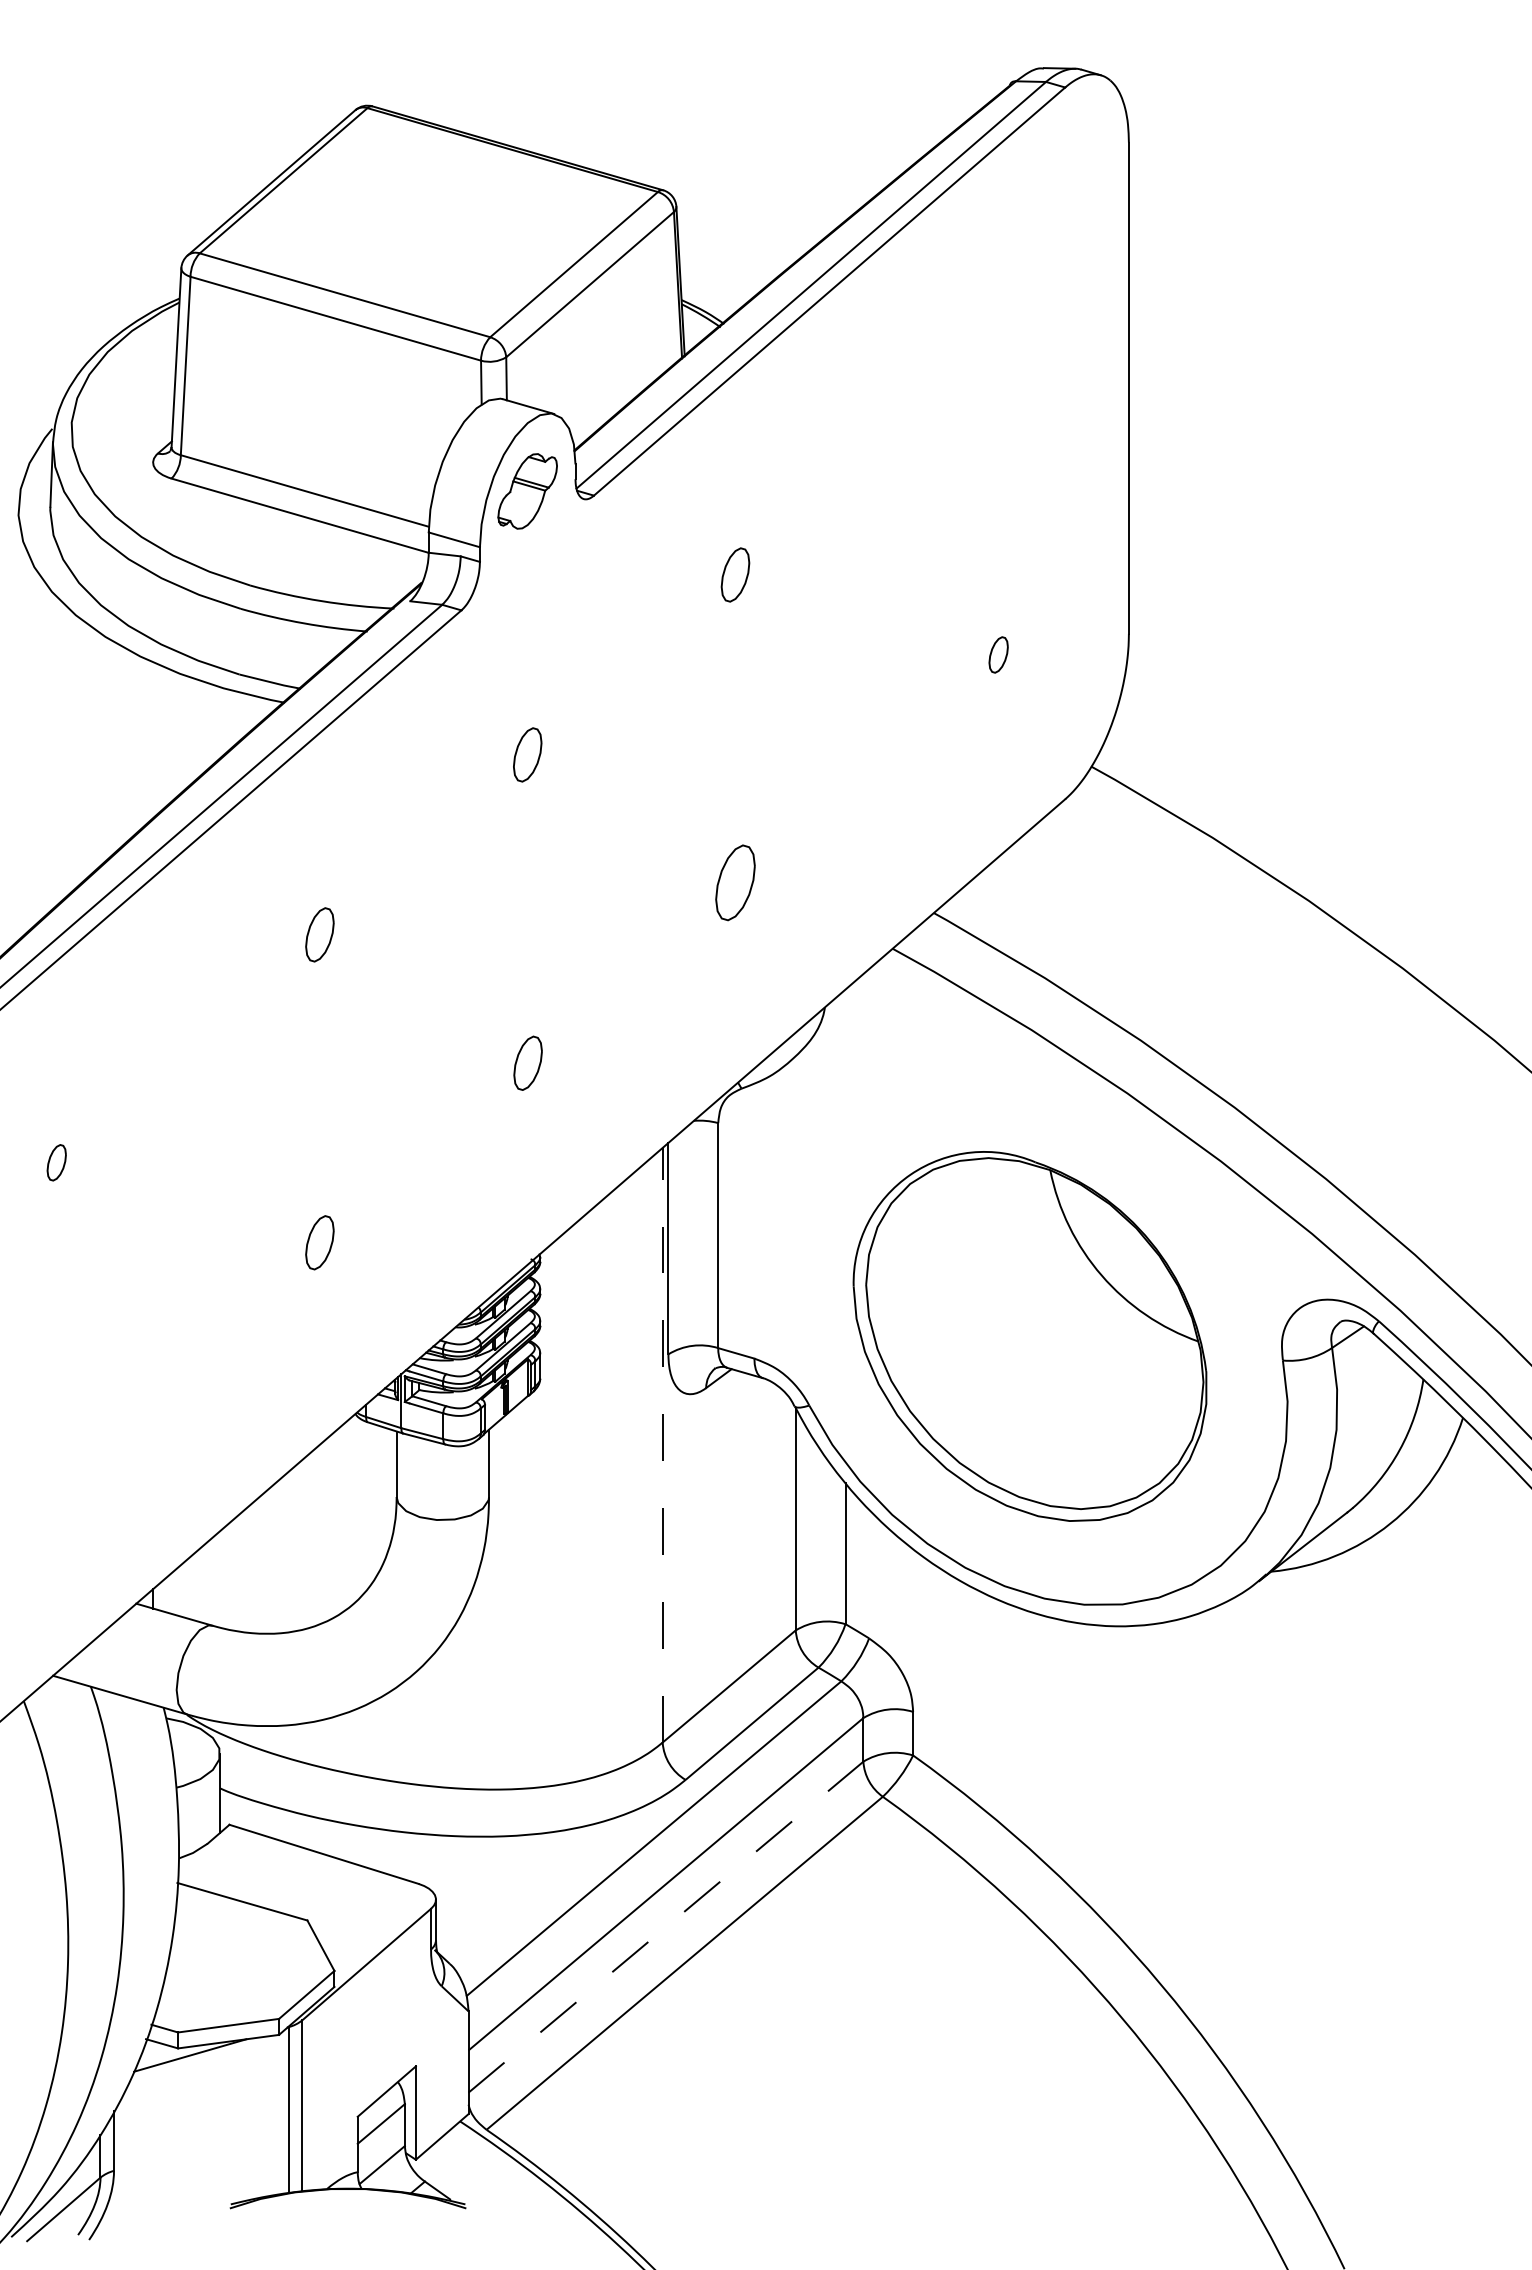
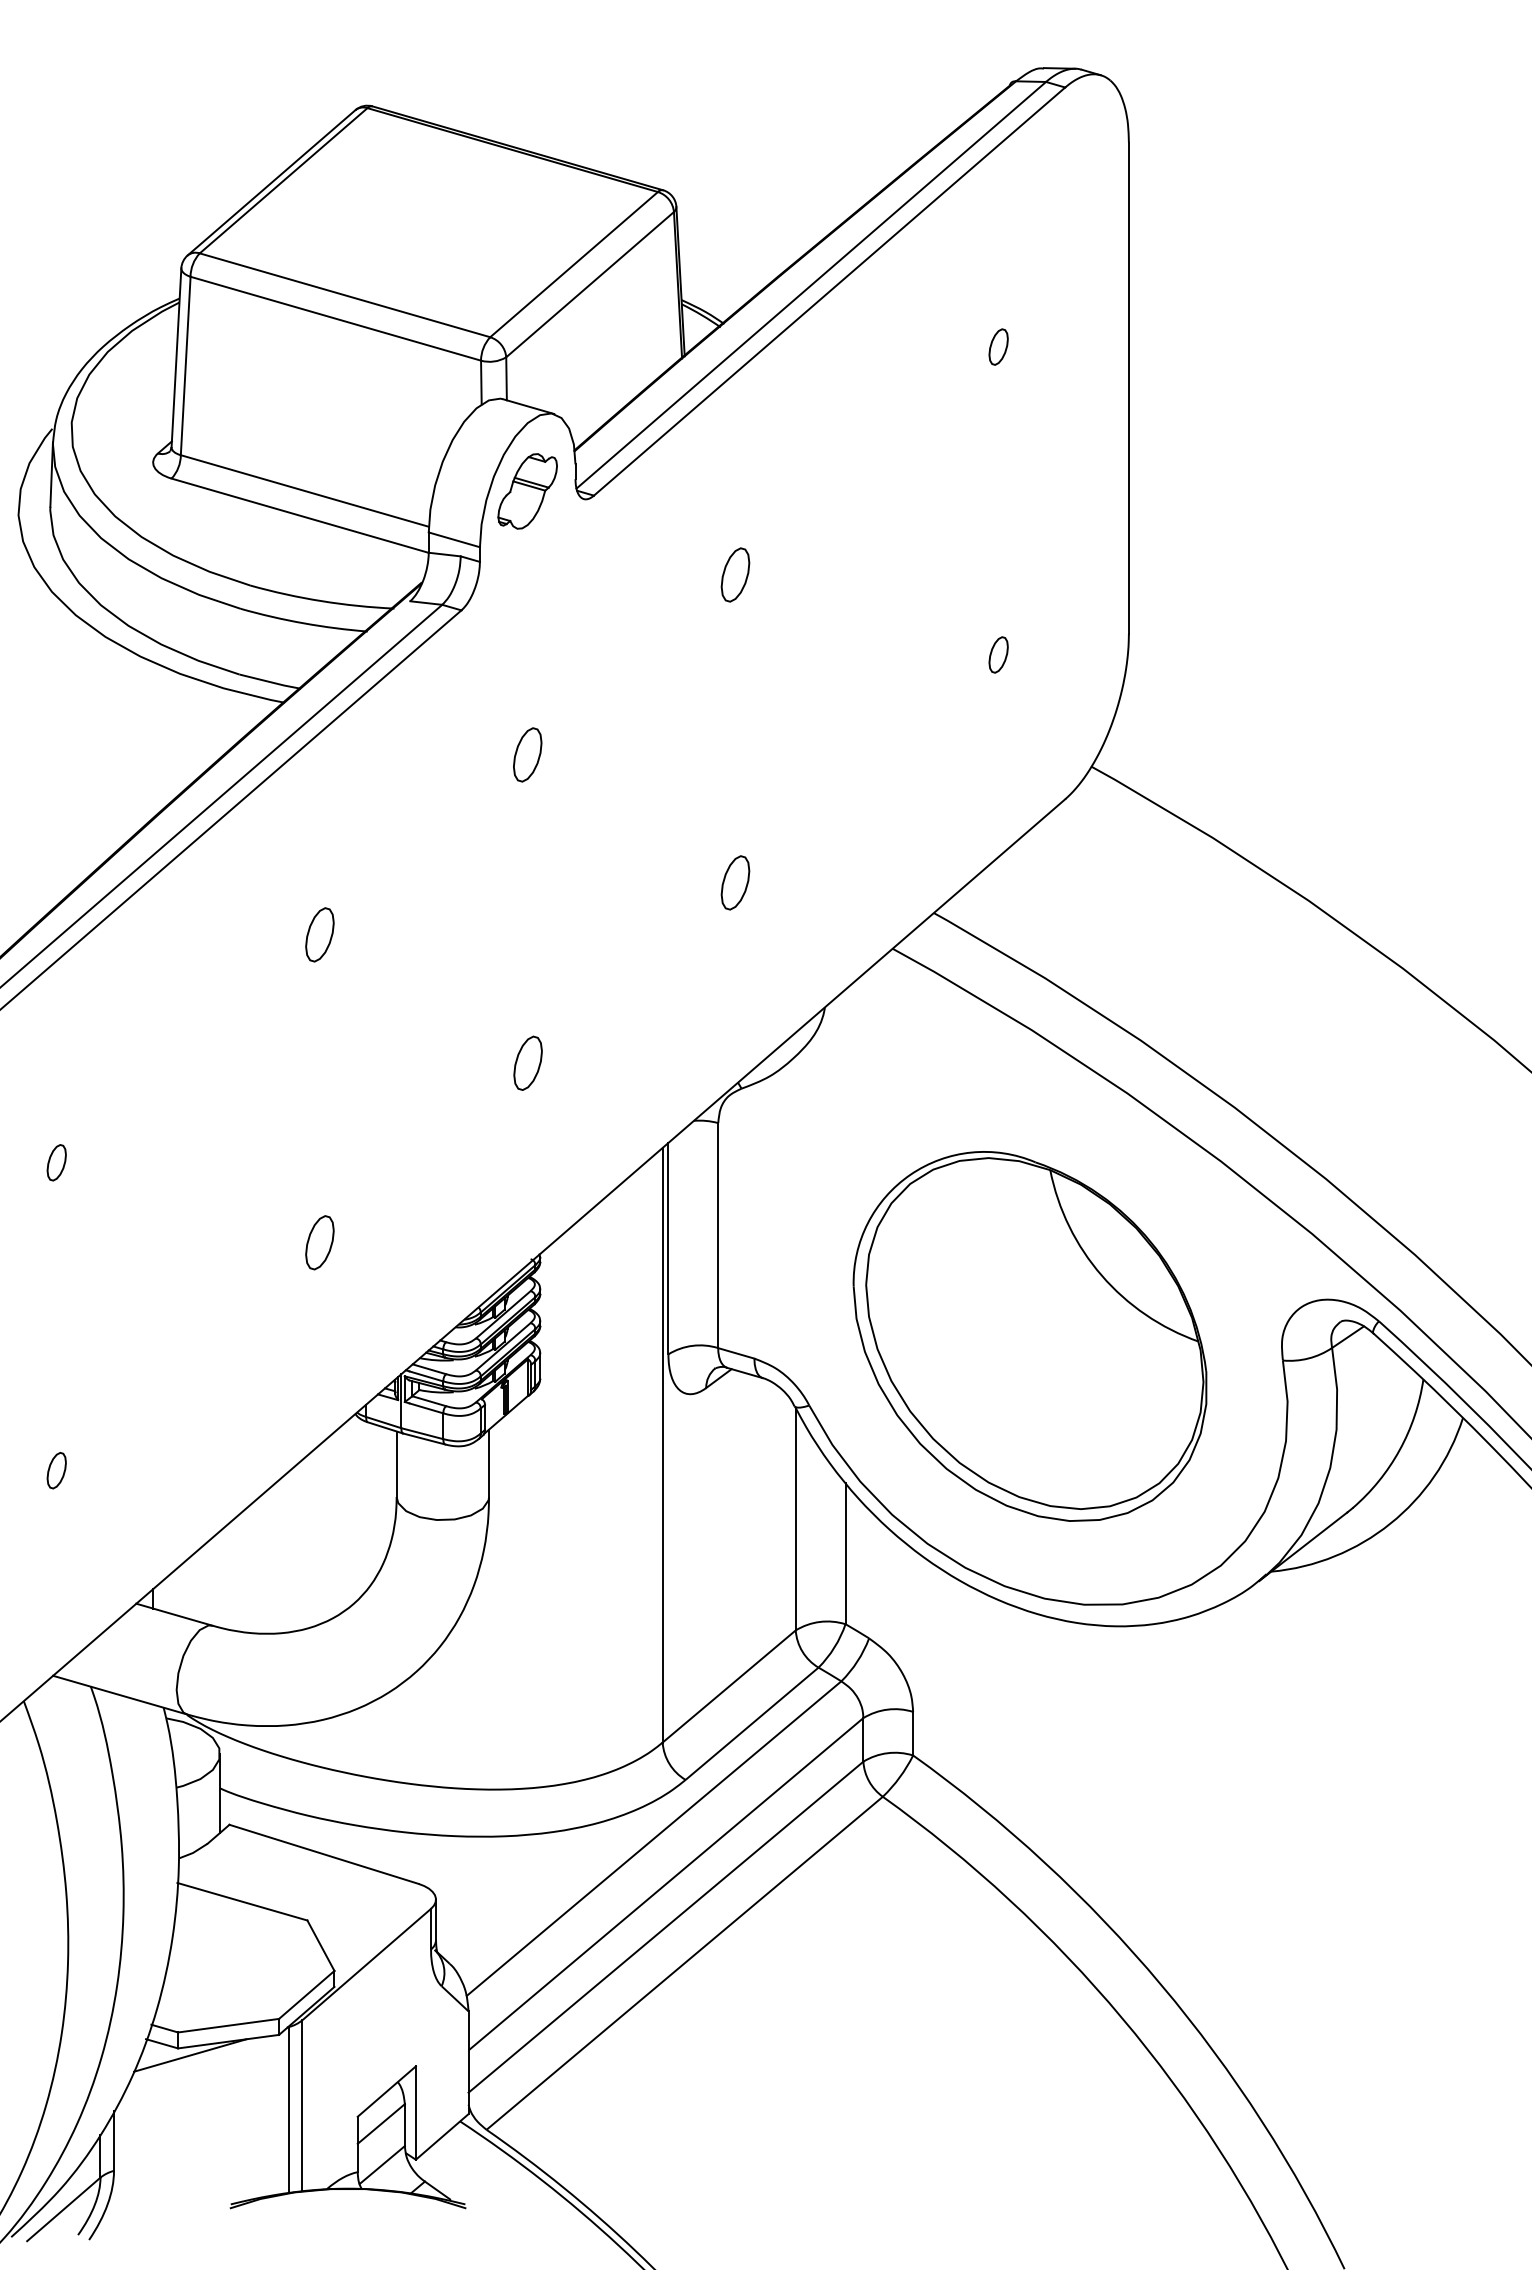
part at (998, 346): none -> present
part at (735, 882) size: 41x78 px -> 31x56 px
line at (662, 1444): dashed -> solid
part at (56, 1470): none -> present
line at (665, 1927): dashed -> solid
